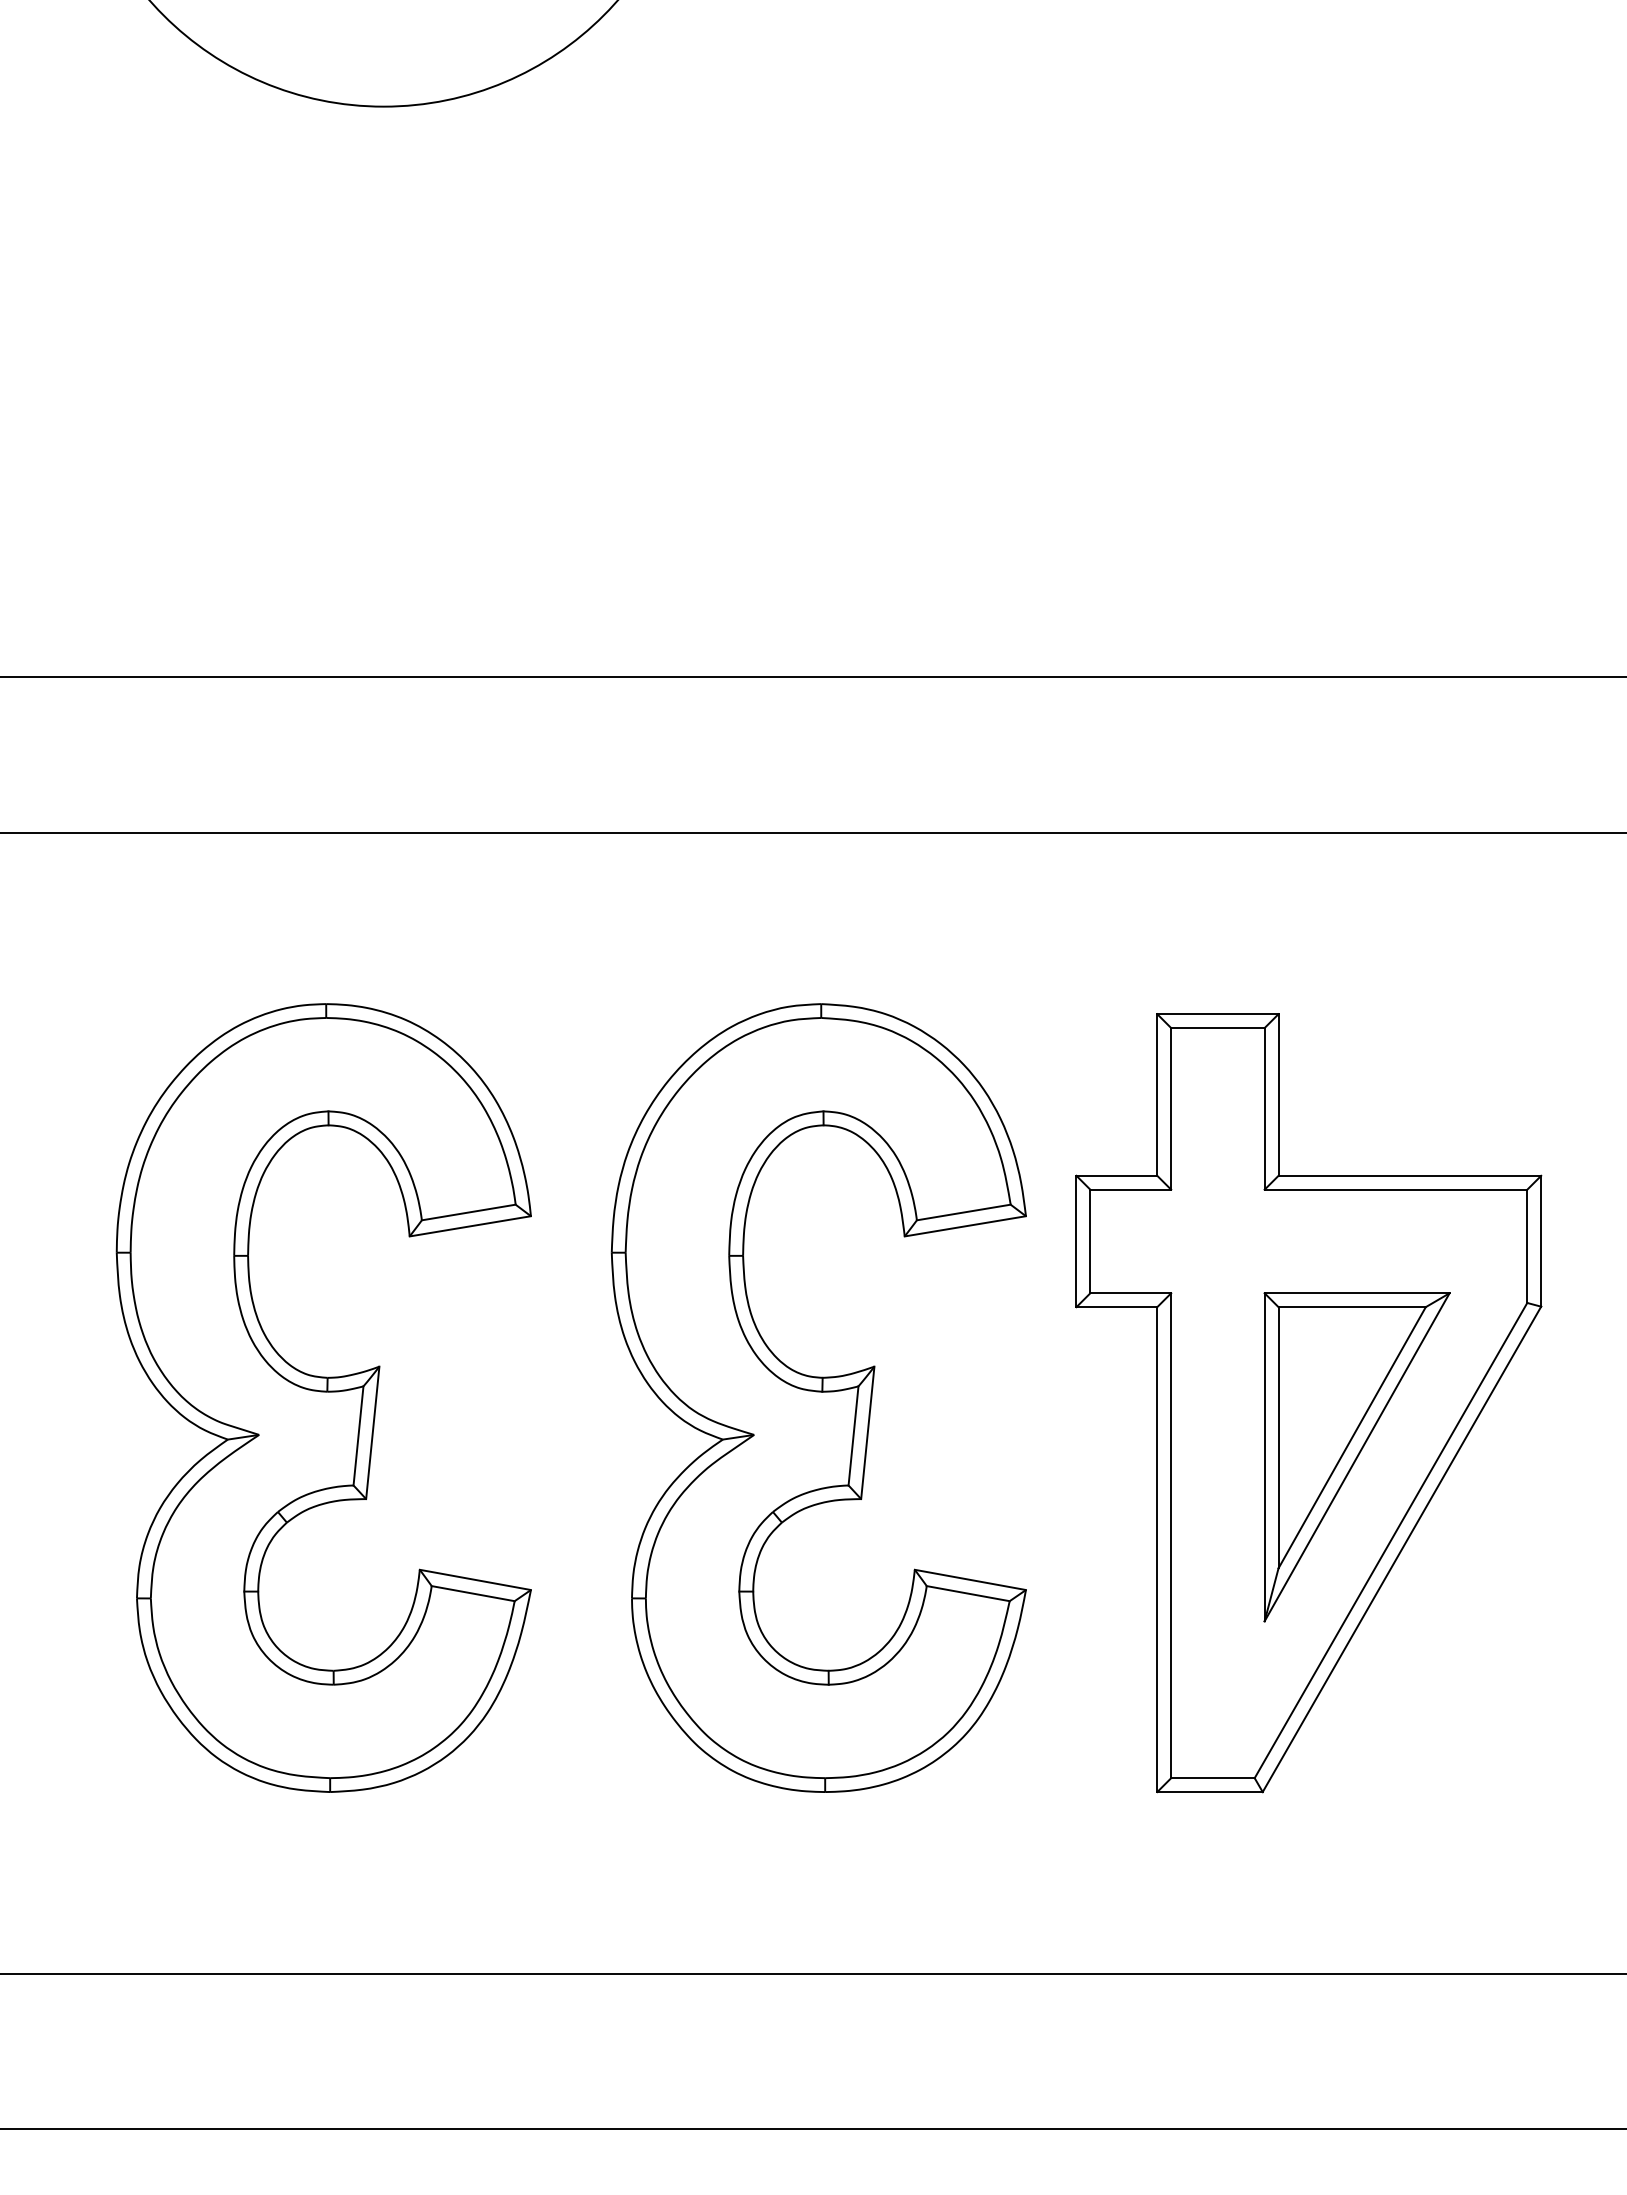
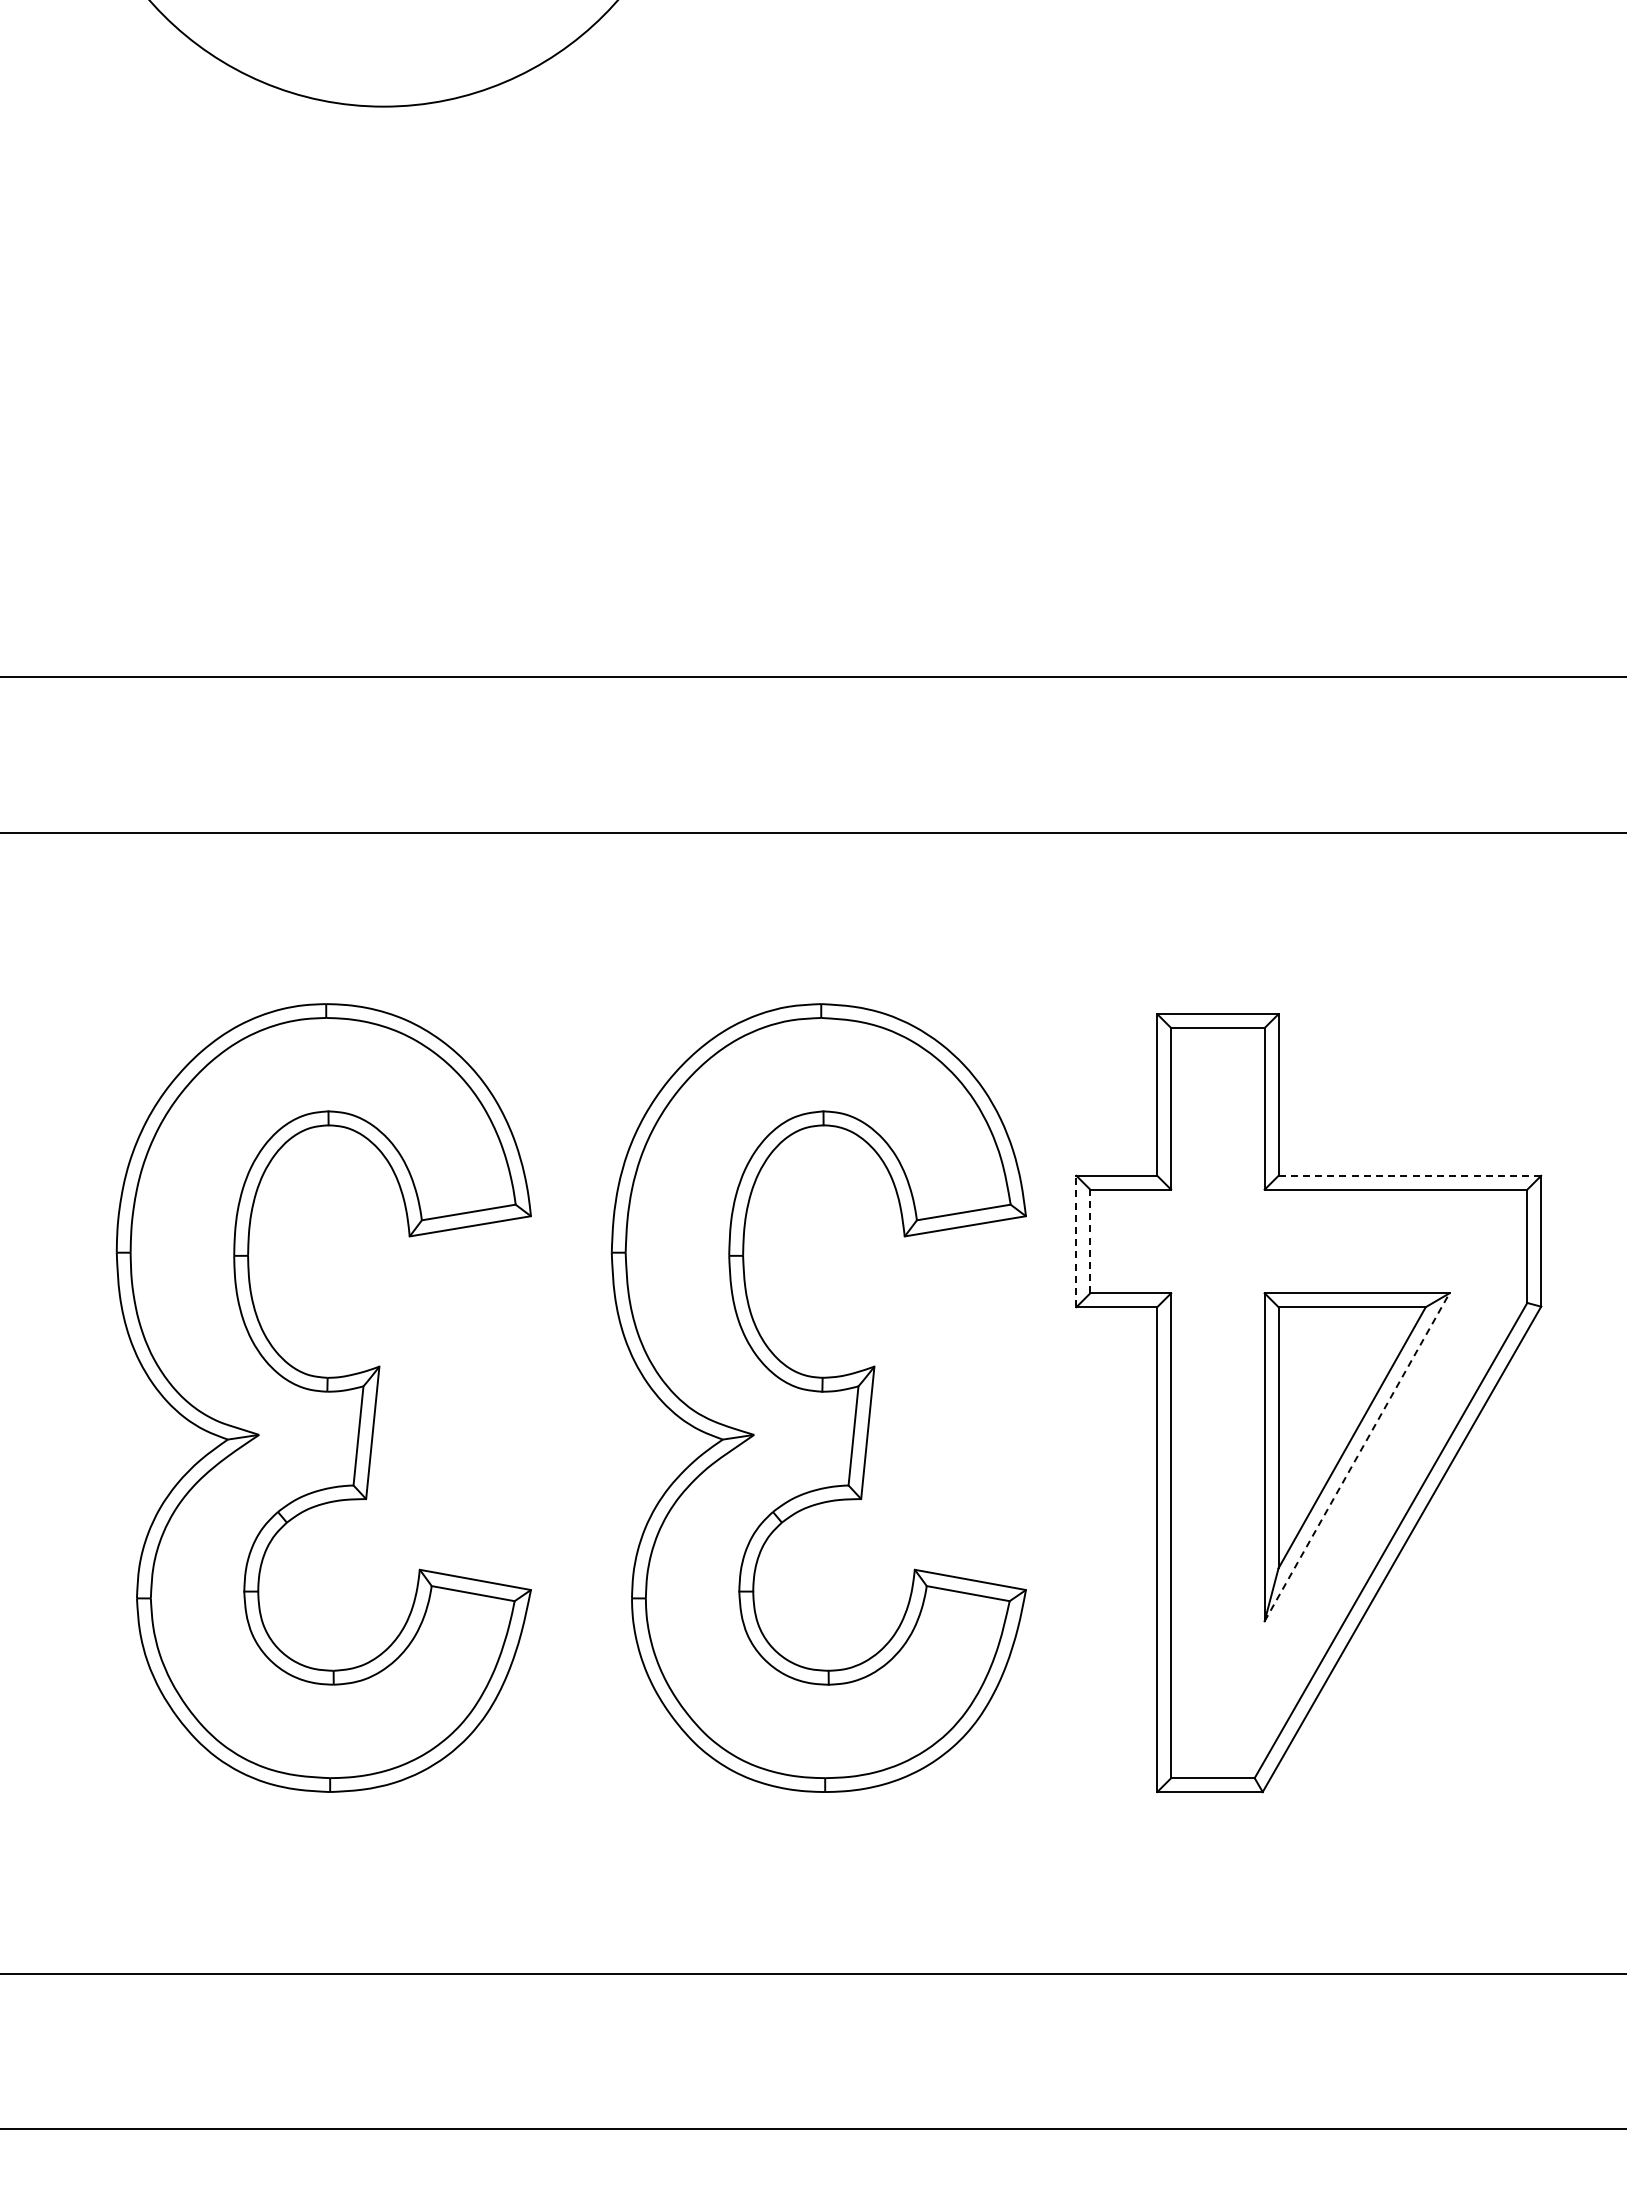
line at (1410, 1175): solid -> dashed
line at (1076, 1241): solid -> dashed
line at (1090, 1241): solid -> dashed
line at (1357, 1456): solid -> dashed
